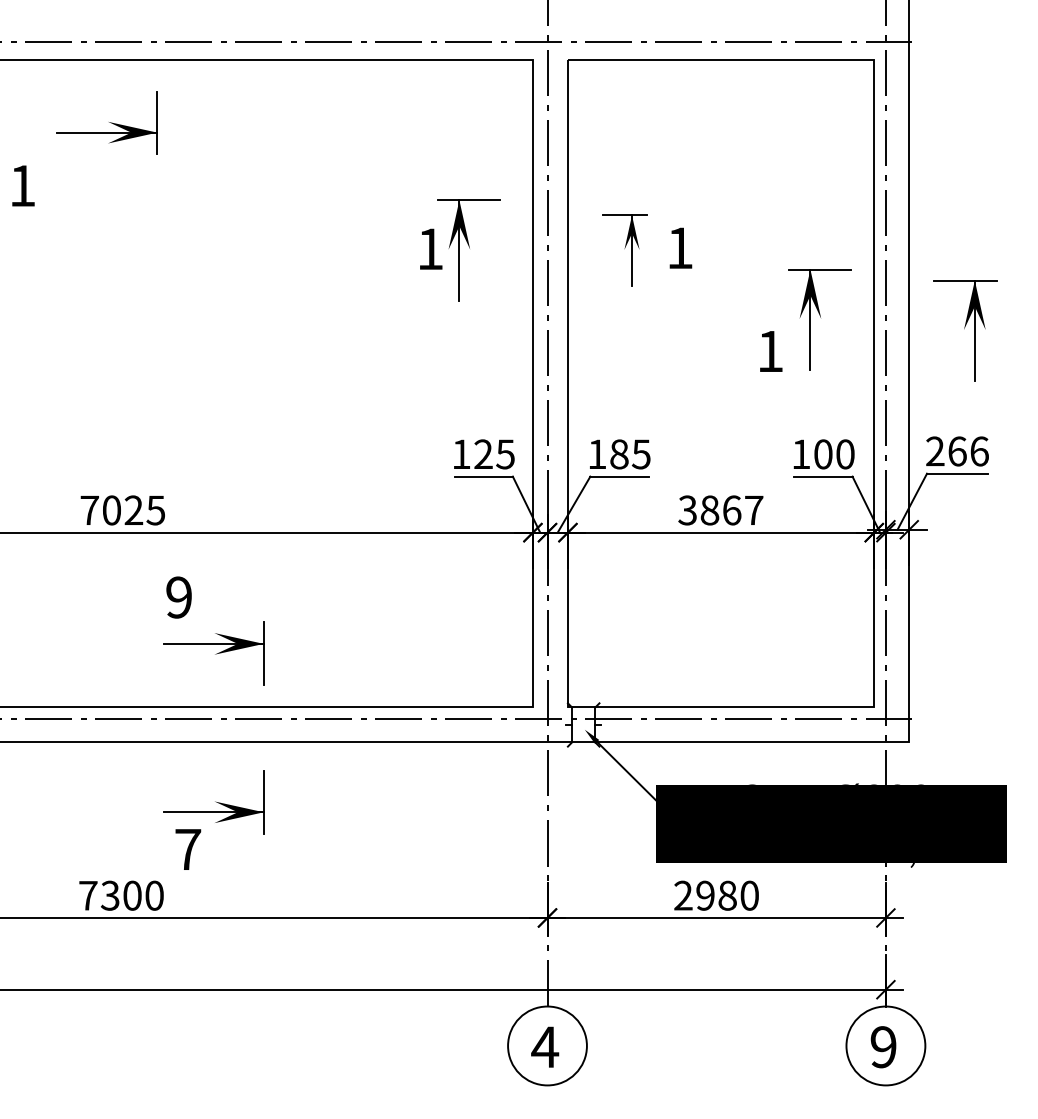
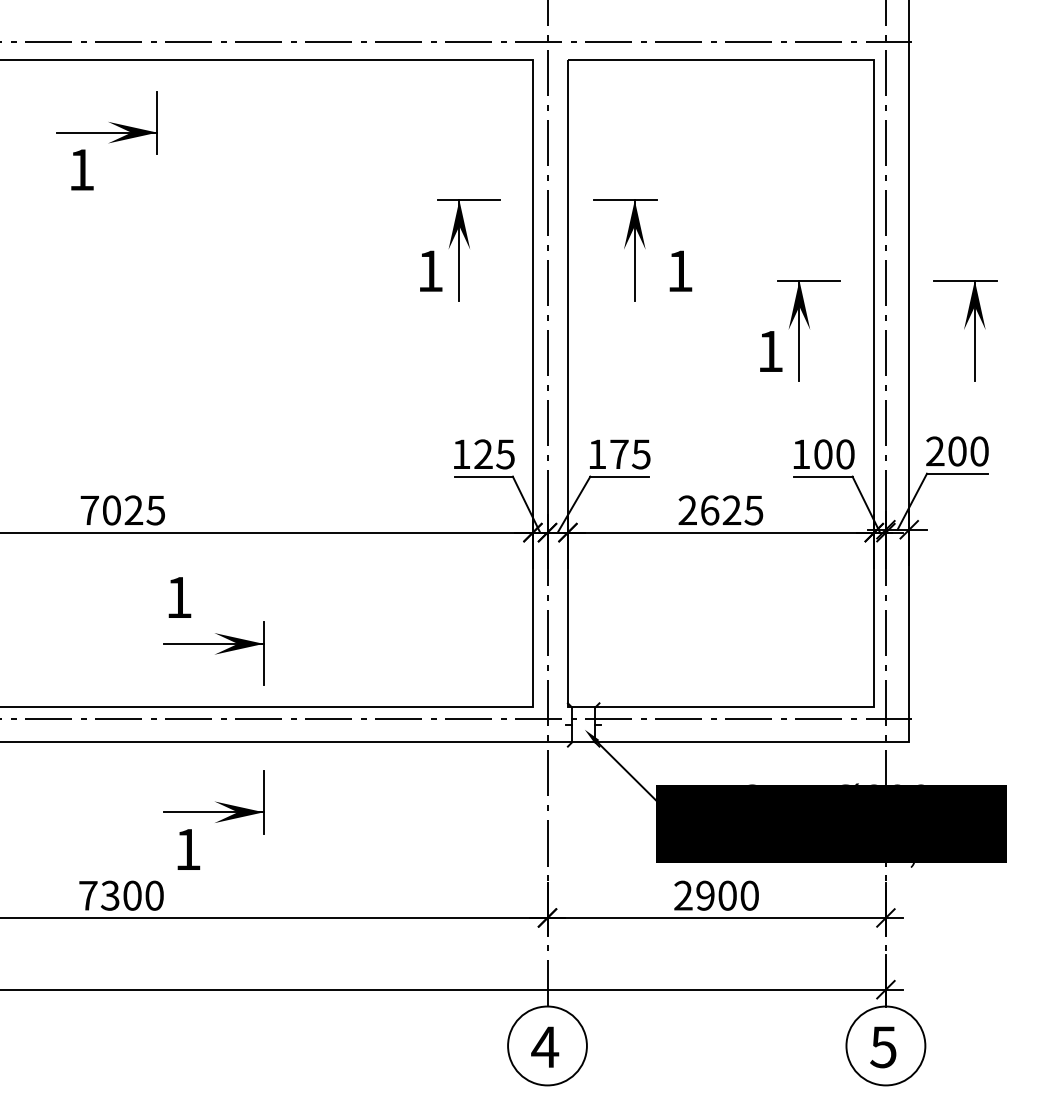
text at (23, 185) position: (23, 185) -> (82, 169)
text at (680, 247) position: (680, 247) -> (680, 270)
text at (431, 248) position: (431, 248) -> (431, 270)
part at (624, 250) size: 46x73 px -> 65x103 px
part at (819, 319) position: (819, 319) -> (808, 330)
text at (968, 451): 266 -> 200
text at (619, 454): 185 -> 175
text at (720, 510): 3867 -> 2625
text at (178, 597): 9 -> 1
text at (188, 849): 7 -> 1
text at (727, 895): 2980 -> 2900
text at (883, 1047): 9 -> 5
